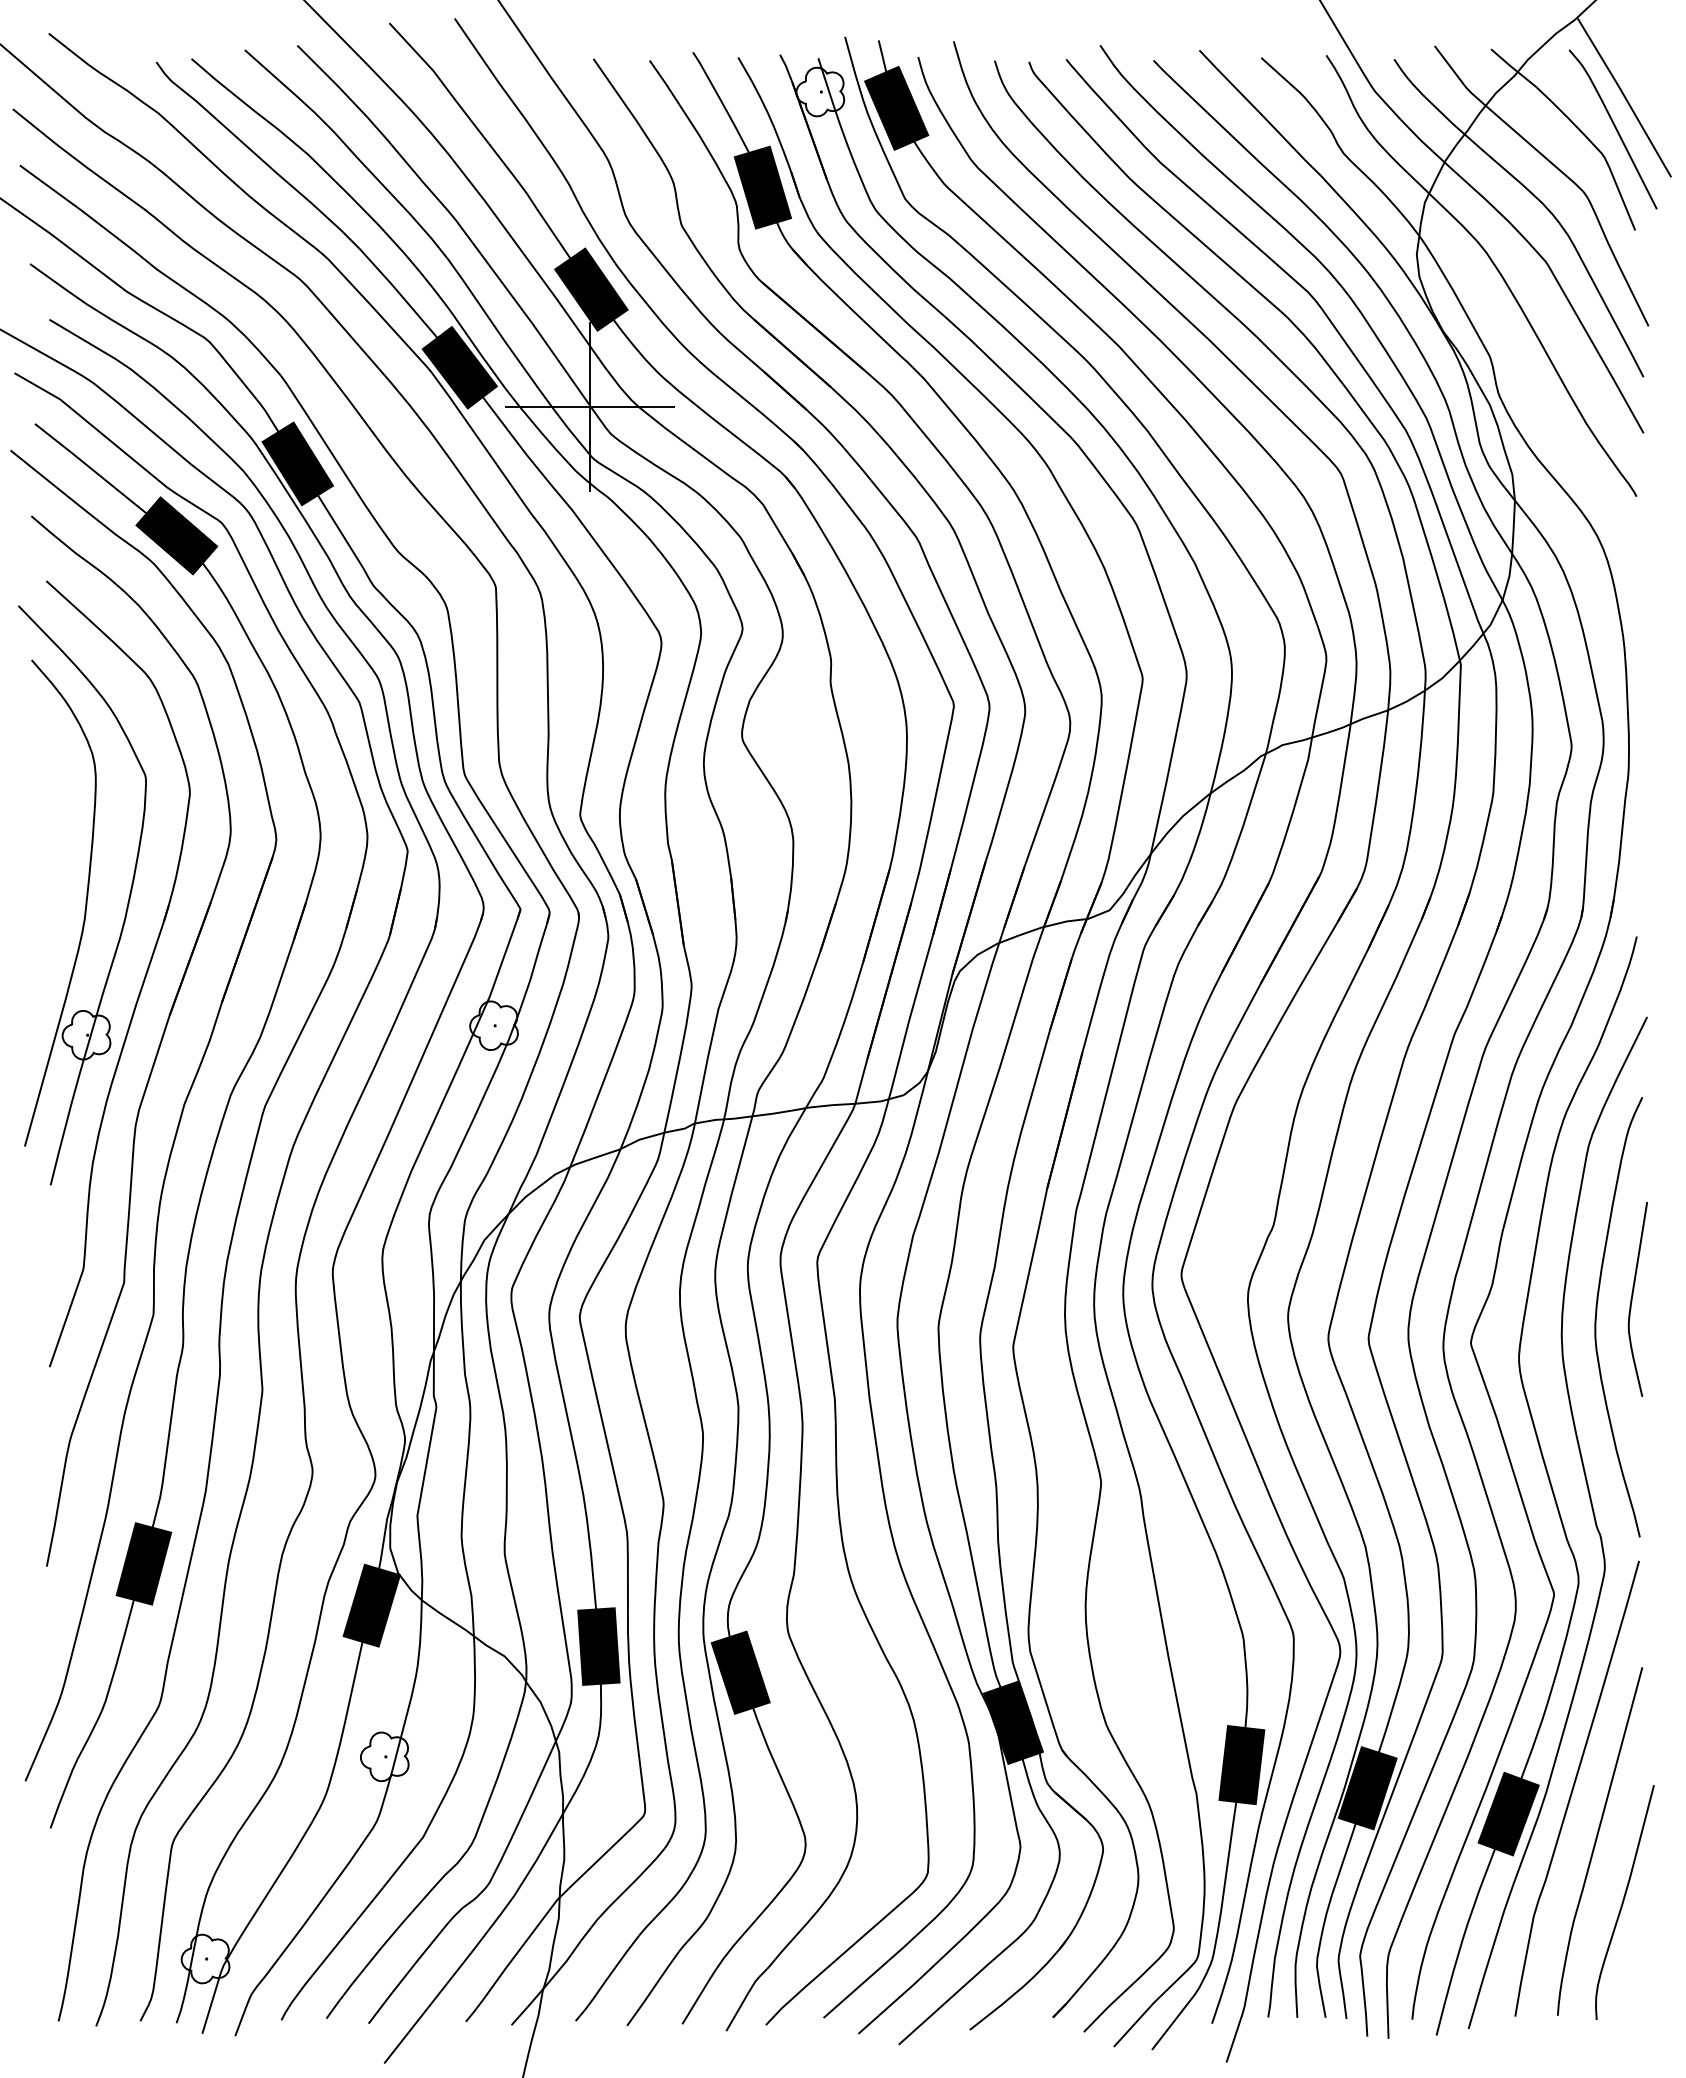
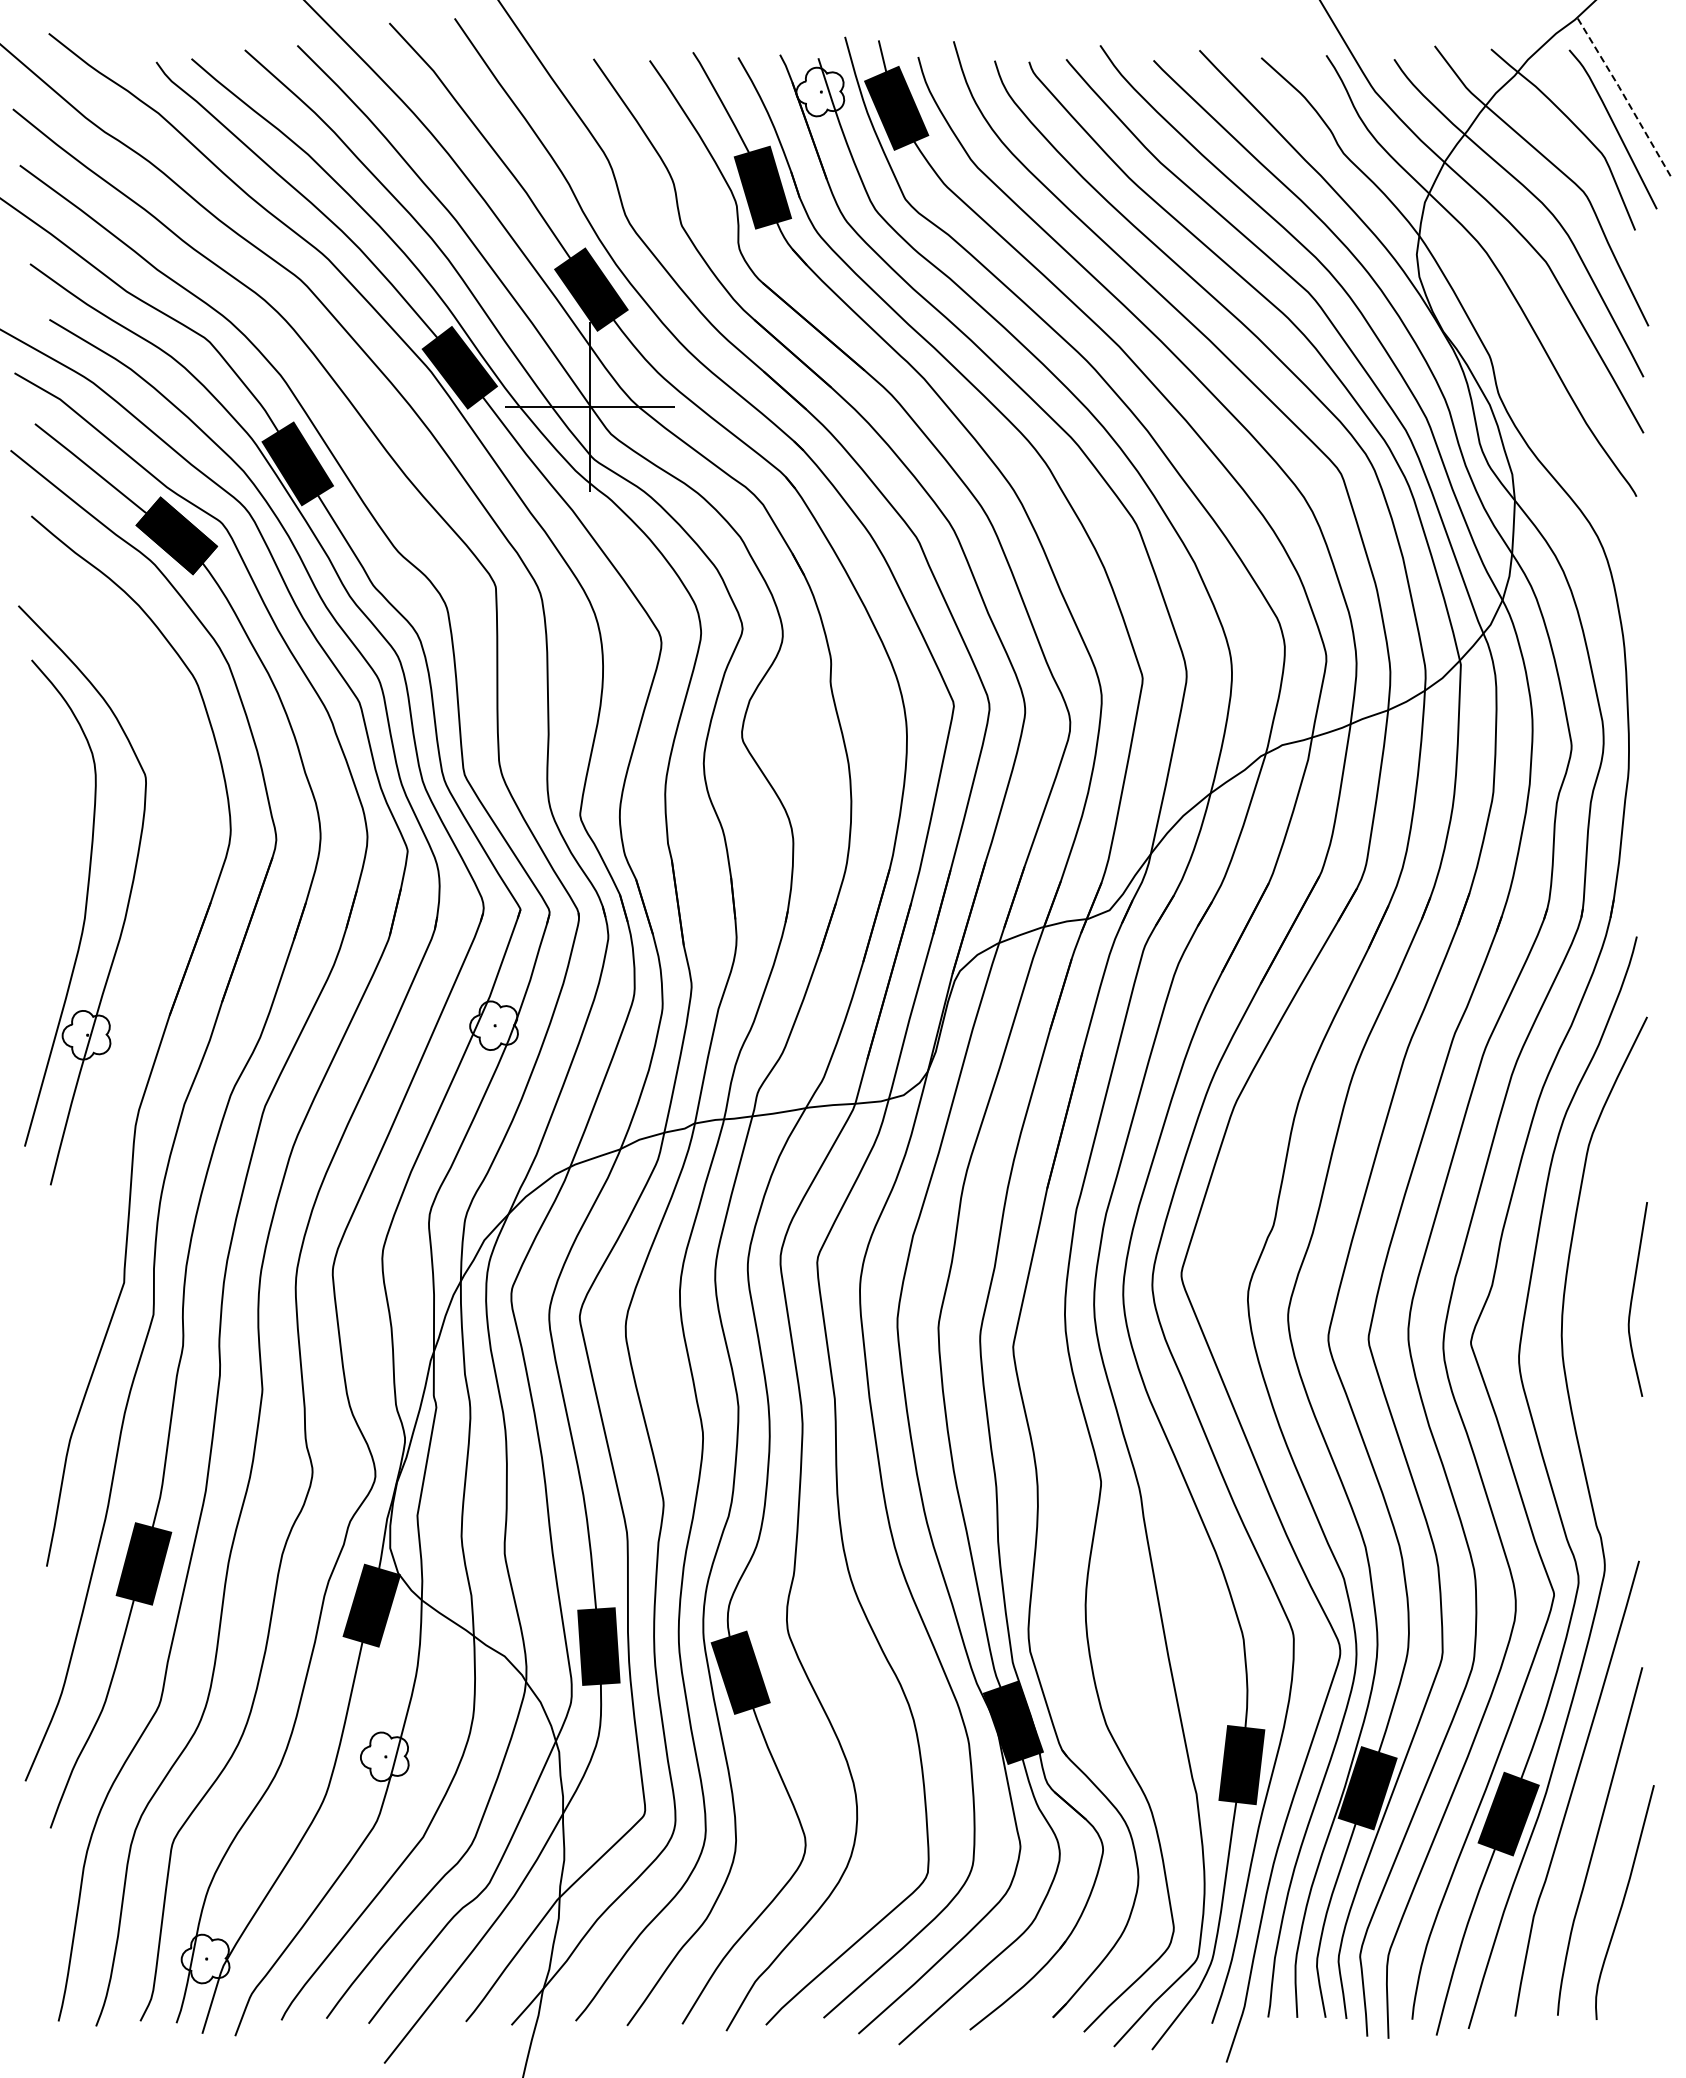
line at (1625, 97): solid -> dashed
part at (142, 982): present -> none
curve at (1597, 1312): present -> none
